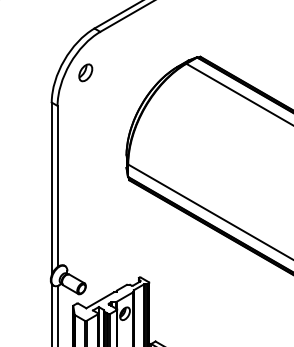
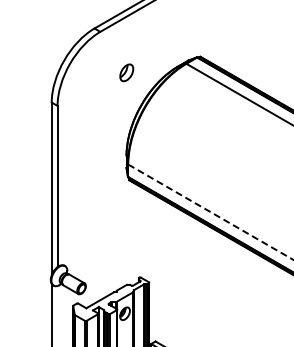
part at (85, 72) position: (85, 72) -> (126, 72)
line at (211, 212): solid -> dashed
line at (57, 314): present -> none
